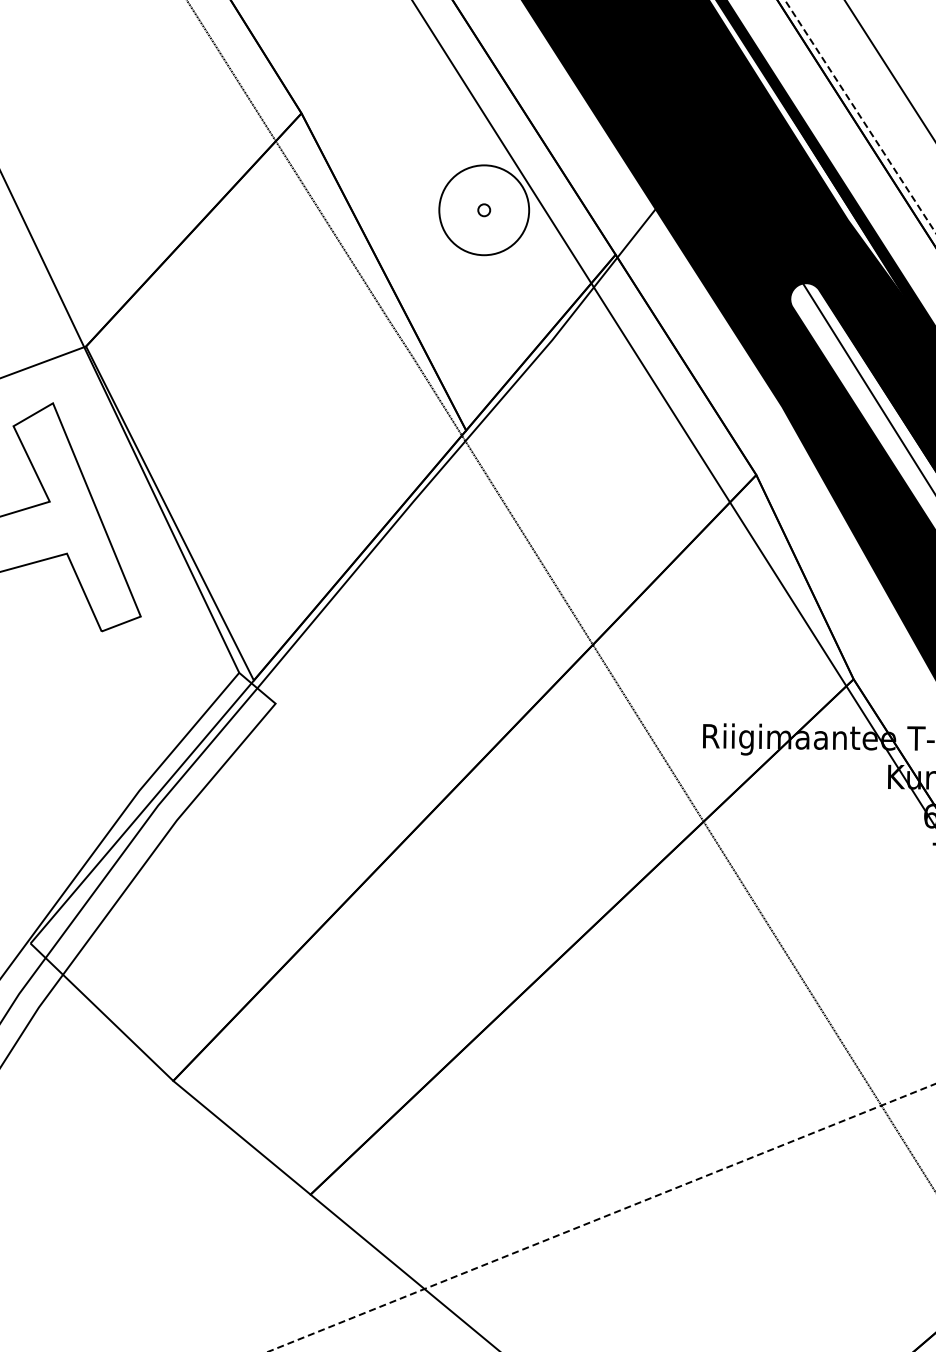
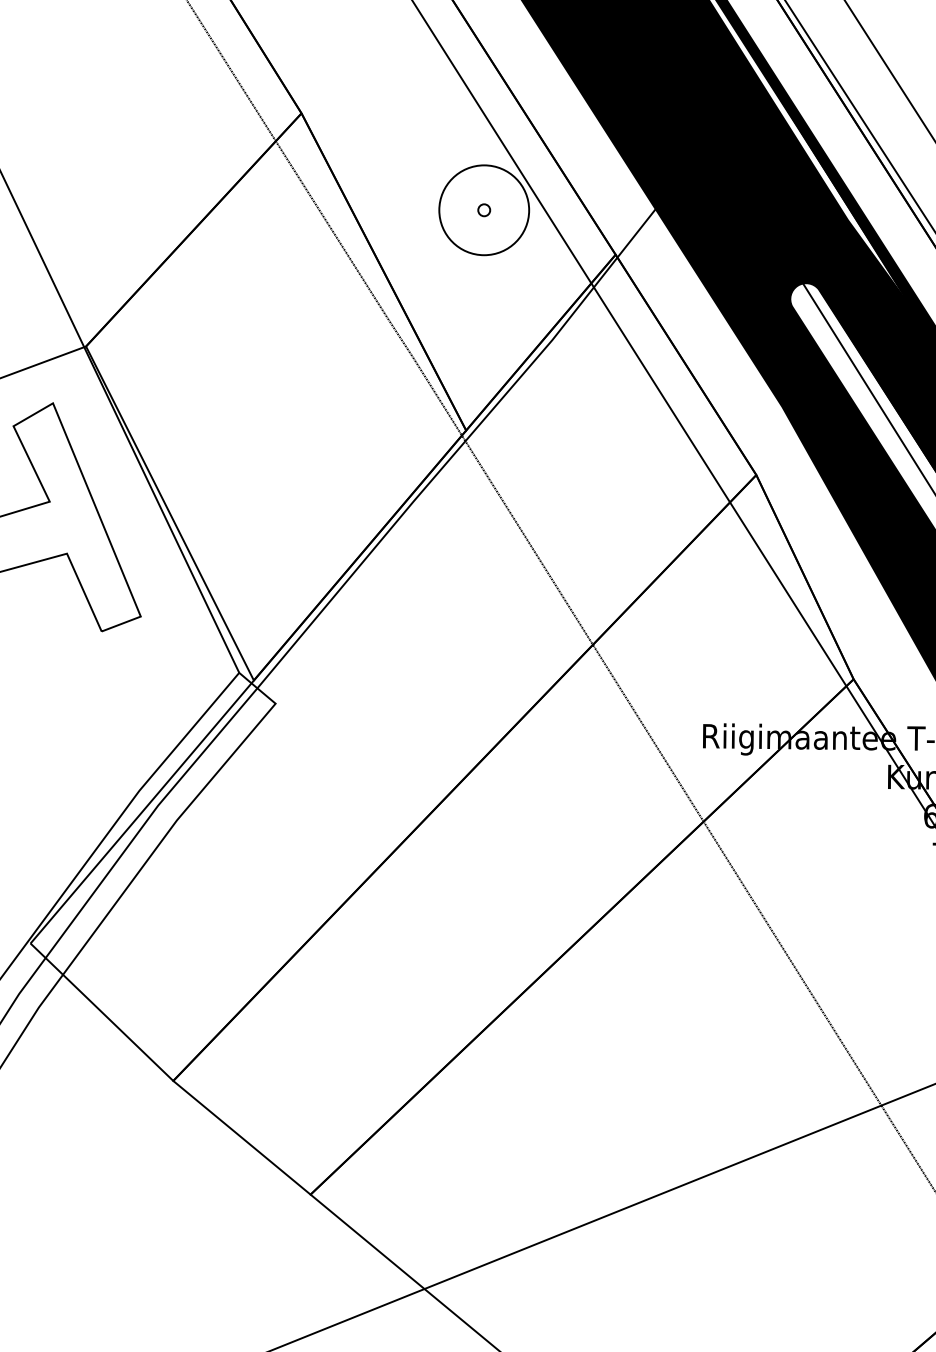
line at (860, 117): dashed -> solid
line at (602, 1217): dashed -> solid
